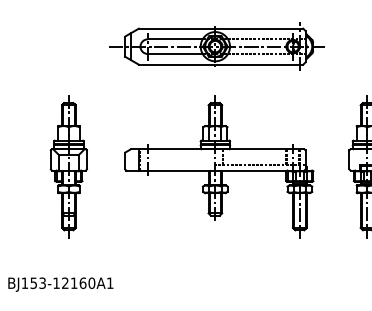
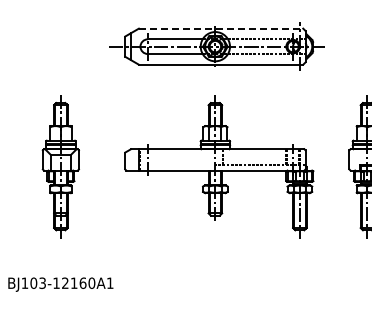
line at (221, 28): solid -> dashed
part at (68, 166) position: (68, 166) -> (60, 166)
text at (33, 282): BJ153-12160A1 -> BJ103-12160A1
